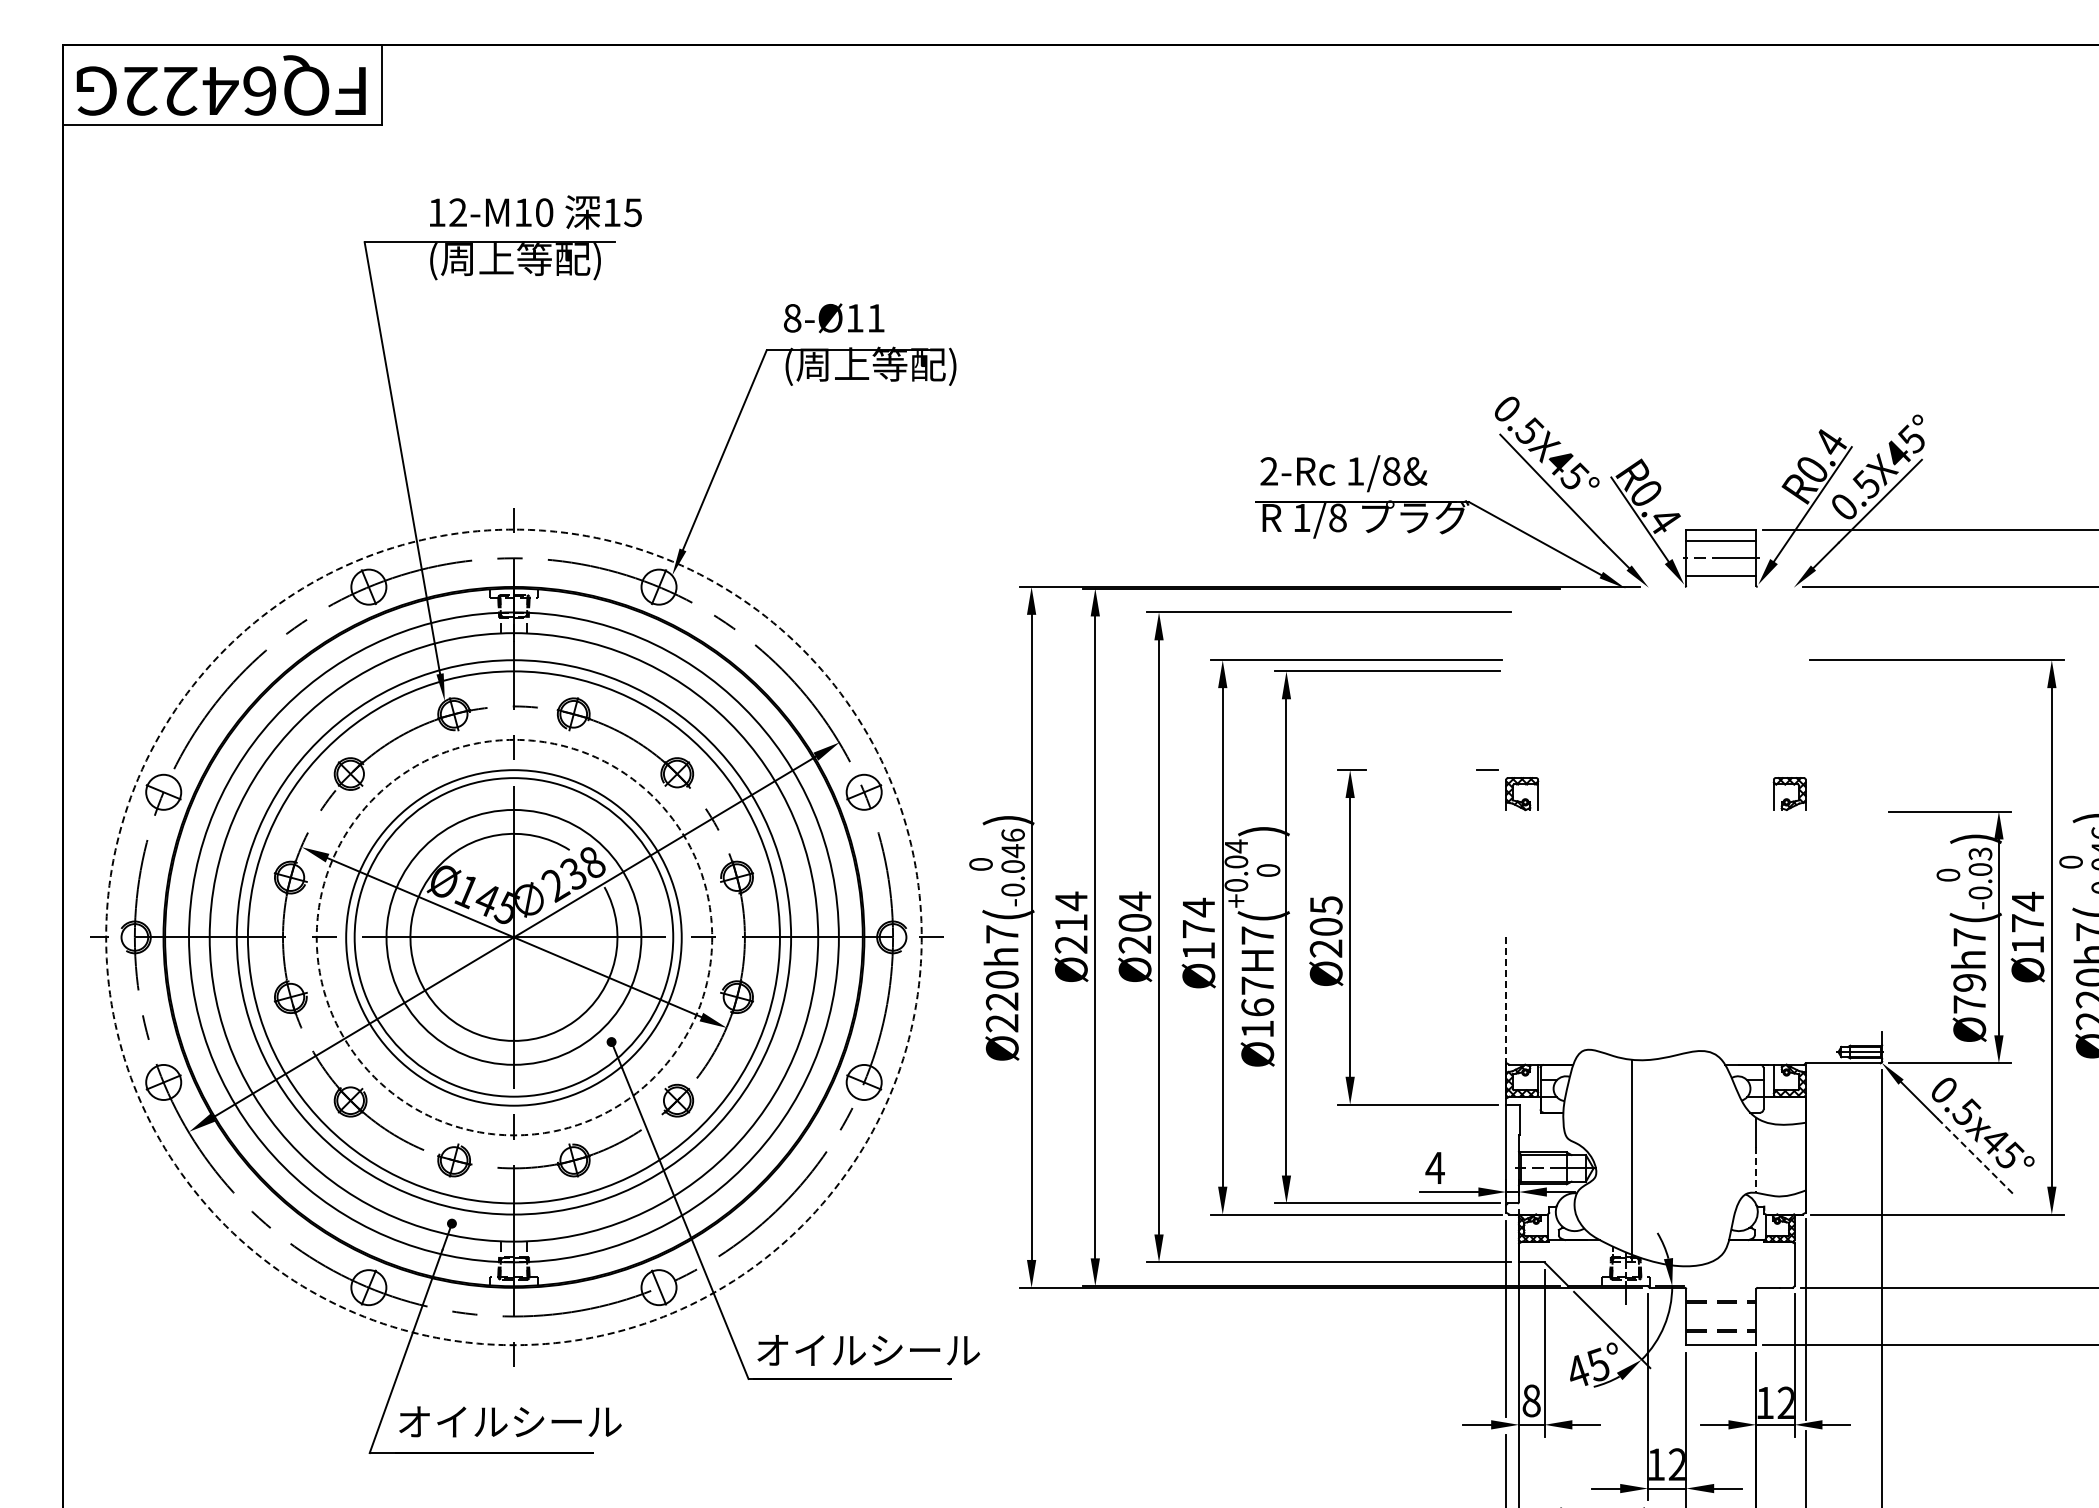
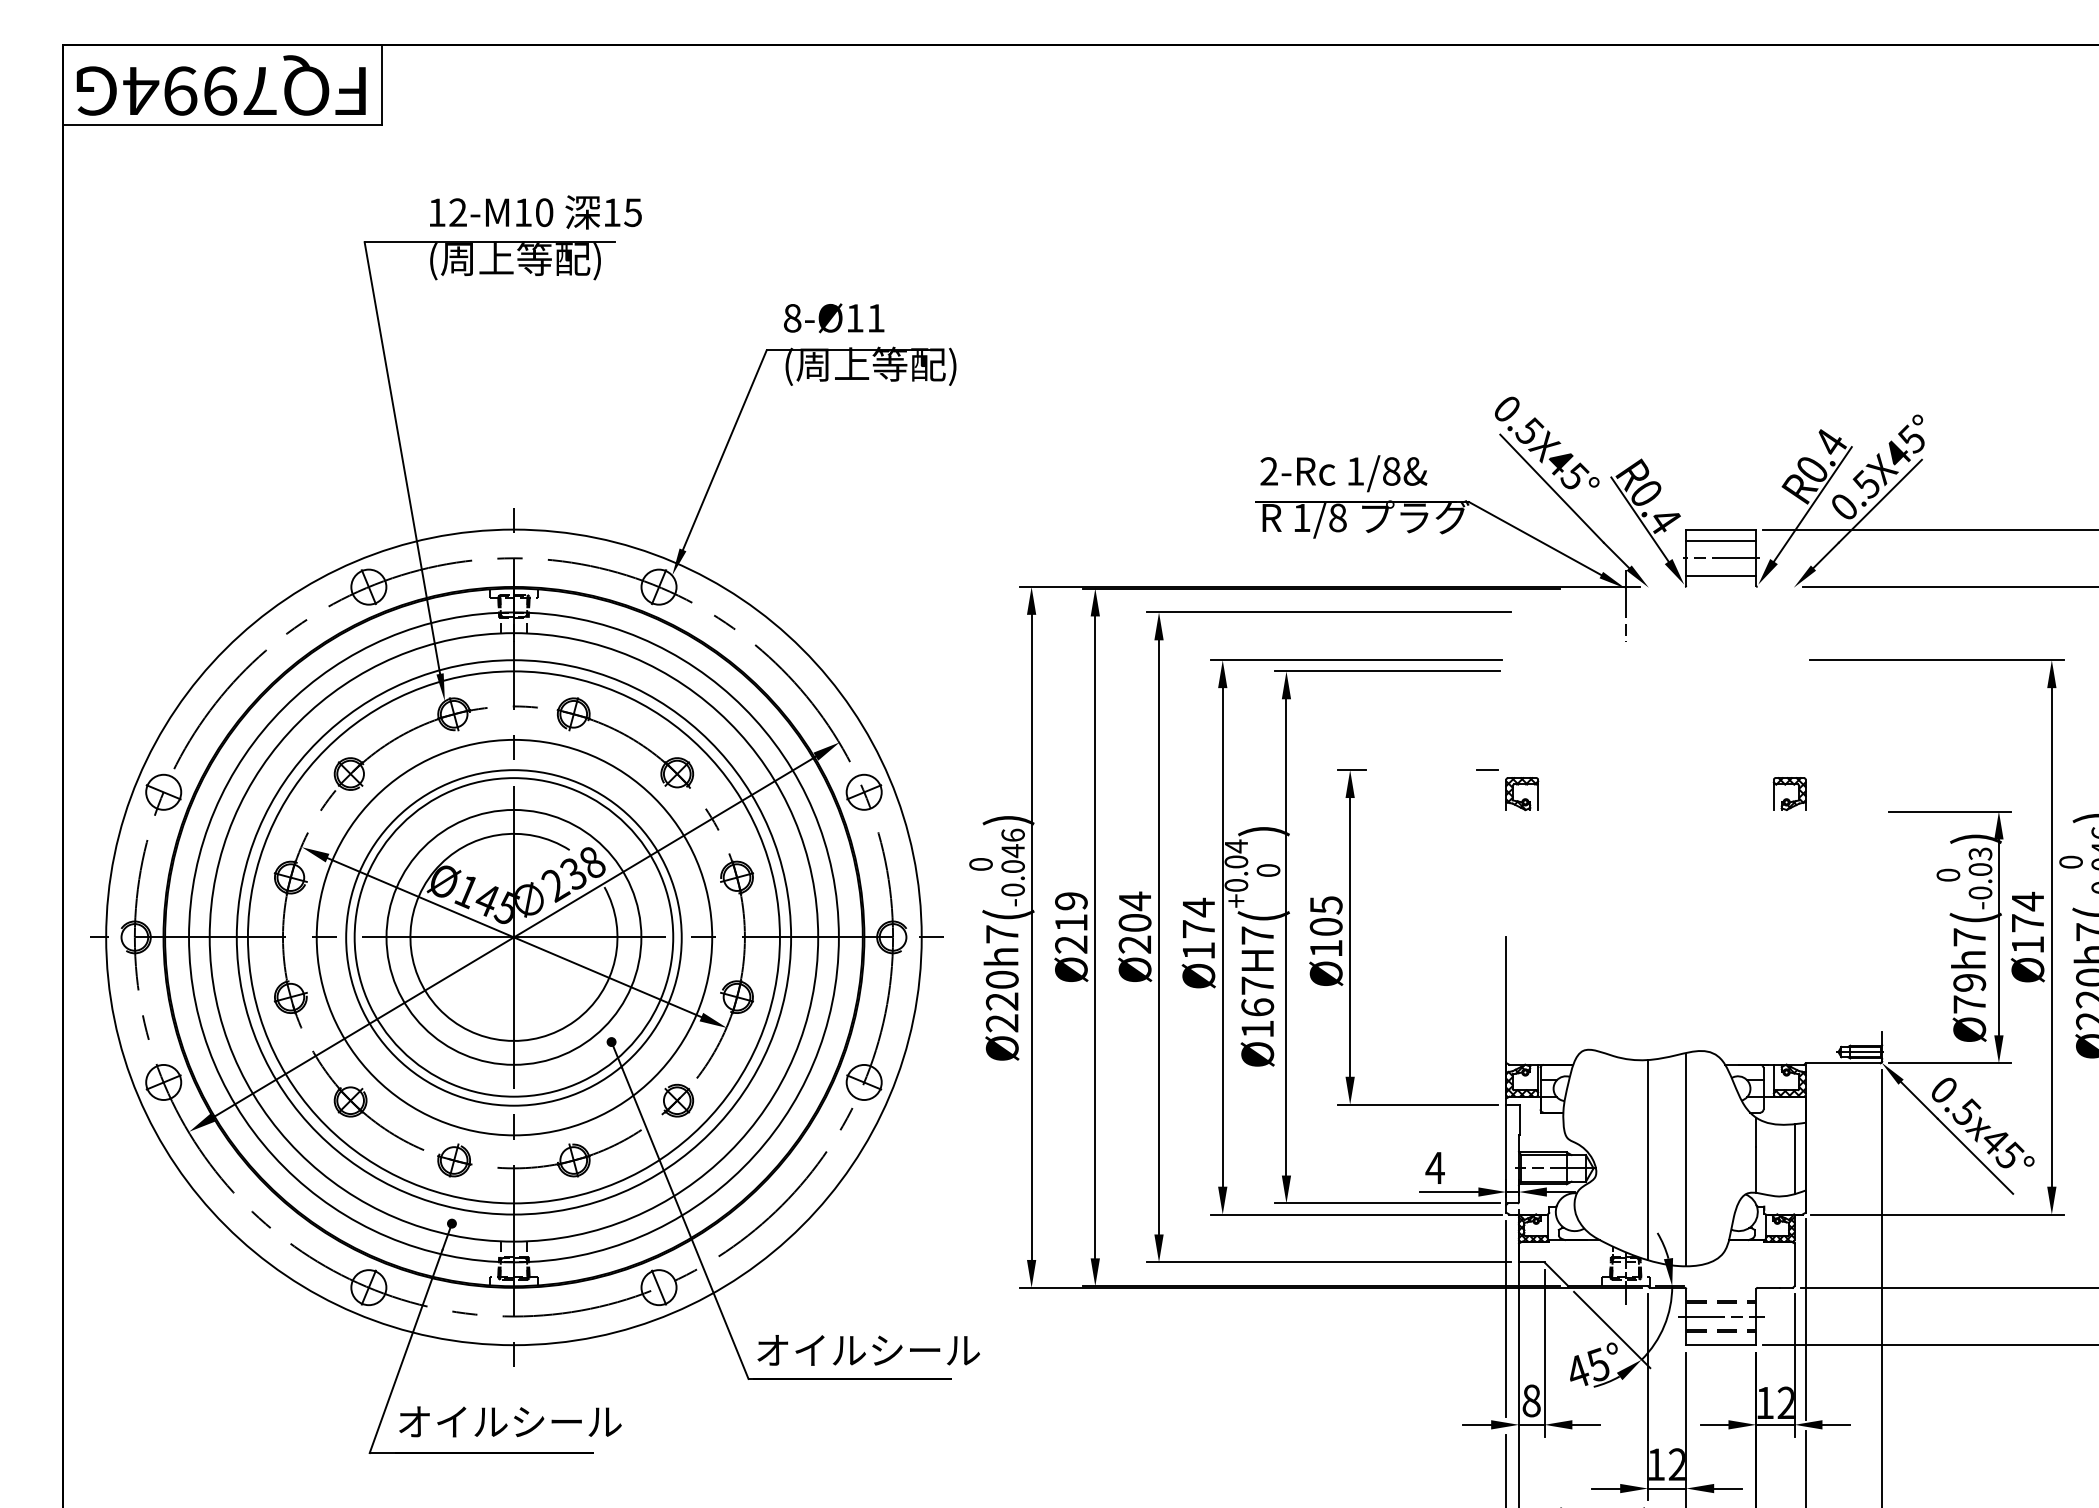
text at (199, 90): FQ6422G -> FQ7994G
line at (1625, 605): none -> present
text at (1071, 901): Ø214 -> Ø219
circle at (513, 937): dashed -> solid
circle at (514, 937): dashed -> solid
text at (1325, 948): Ø205 -> Ø105
line at (1506, 1000): dashed -> solid
line at (1975, 1156): dashed -> solid
line at (1794, 1159): none -> present
line at (1632, 1160) position: (1632, 1160) -> (1648, 1160)
line at (1686, 1160): none -> present
line at (1756, 1169): dashed -> solid
line at (1721, 1316): none -> present
